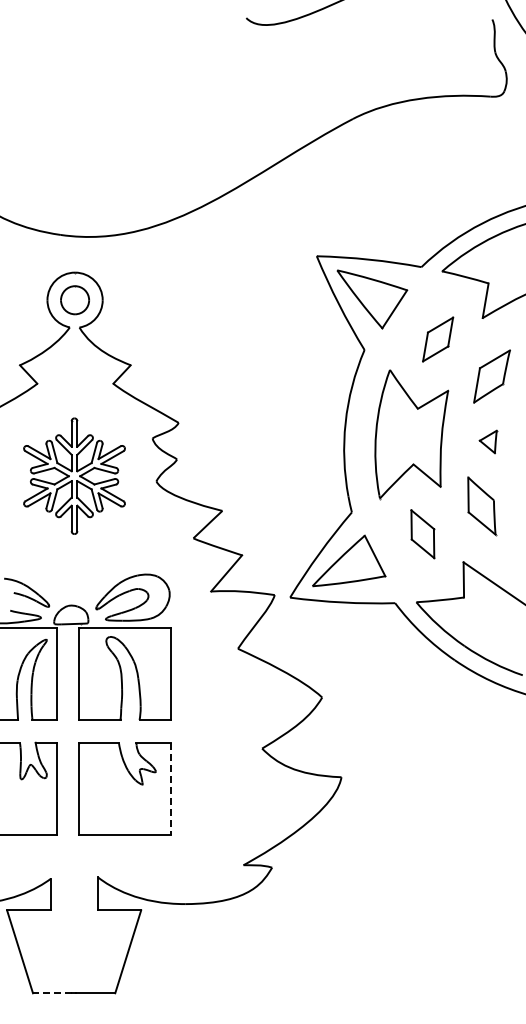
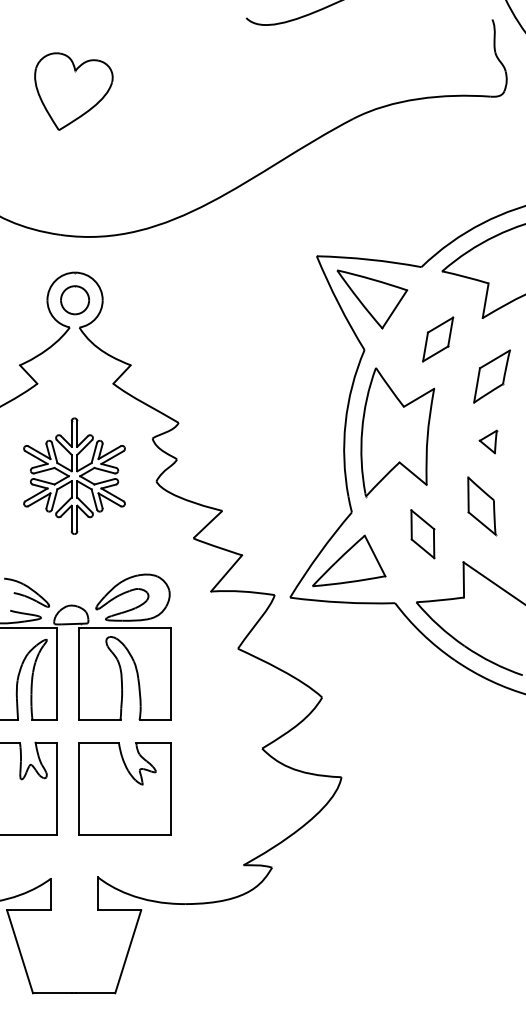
part at (73, 91): none -> present
part at (411, 434) position: (411, 434) -> (397, 432)
line at (171, 788): dashed -> solid
line at (52, 993): dashed -> solid
